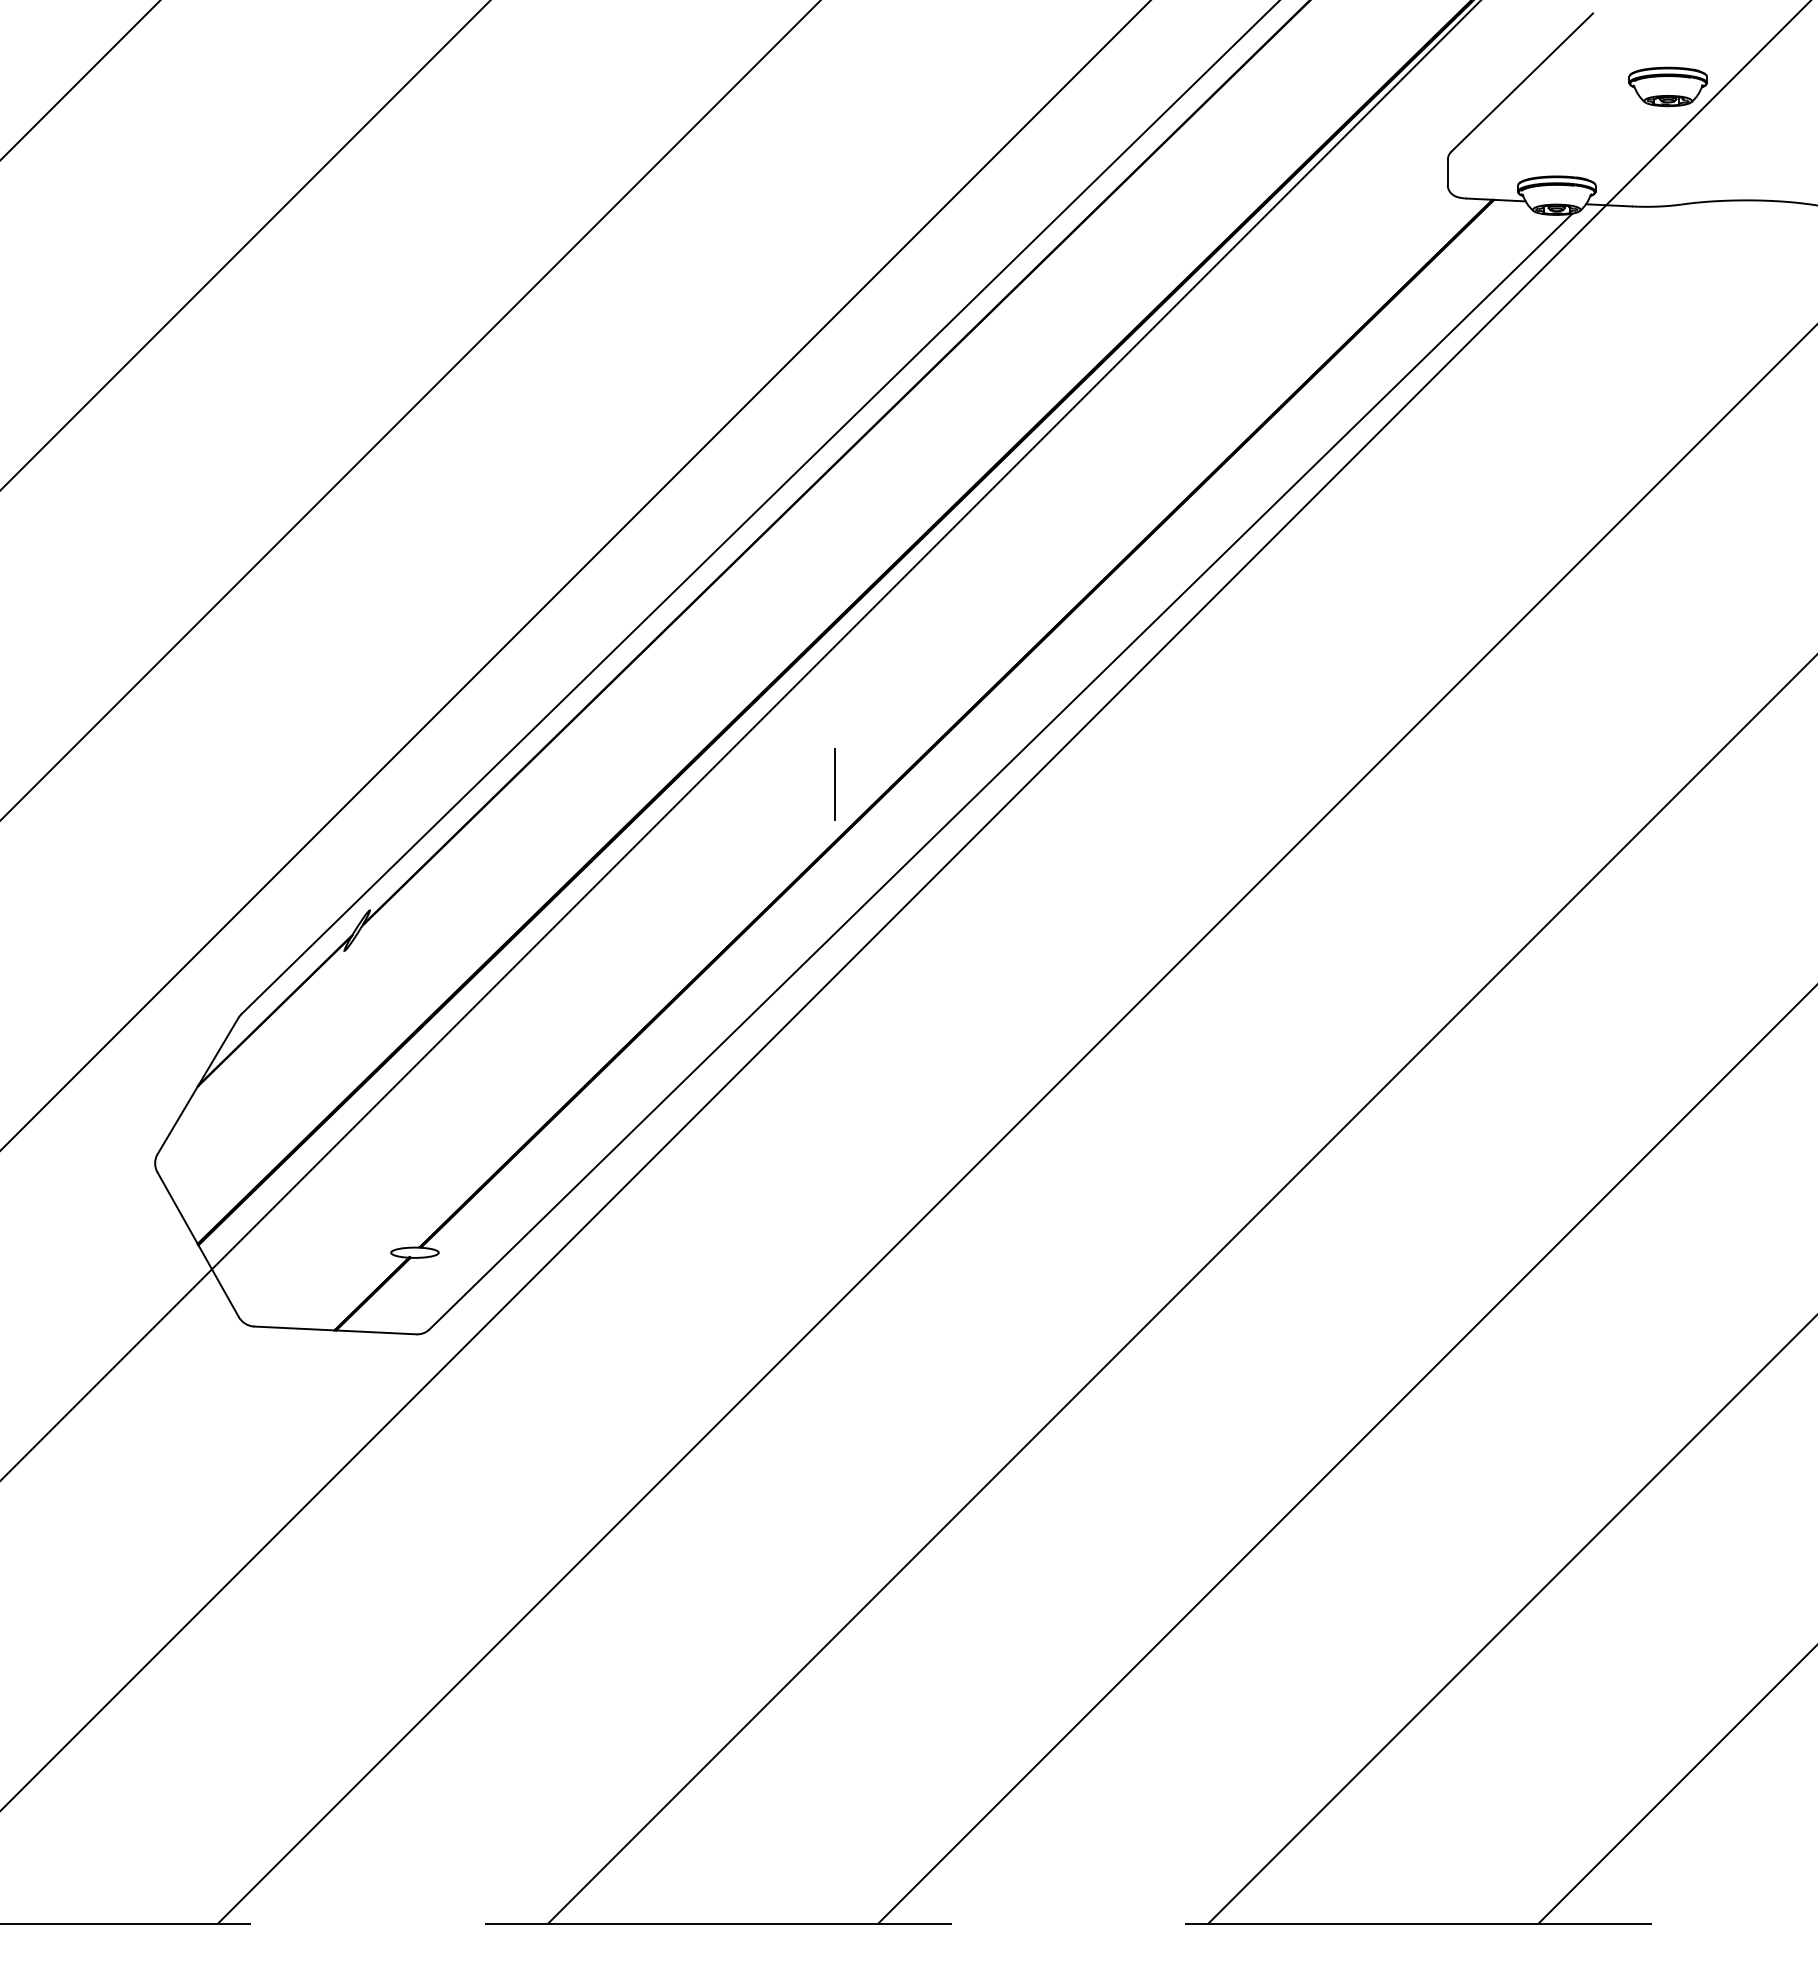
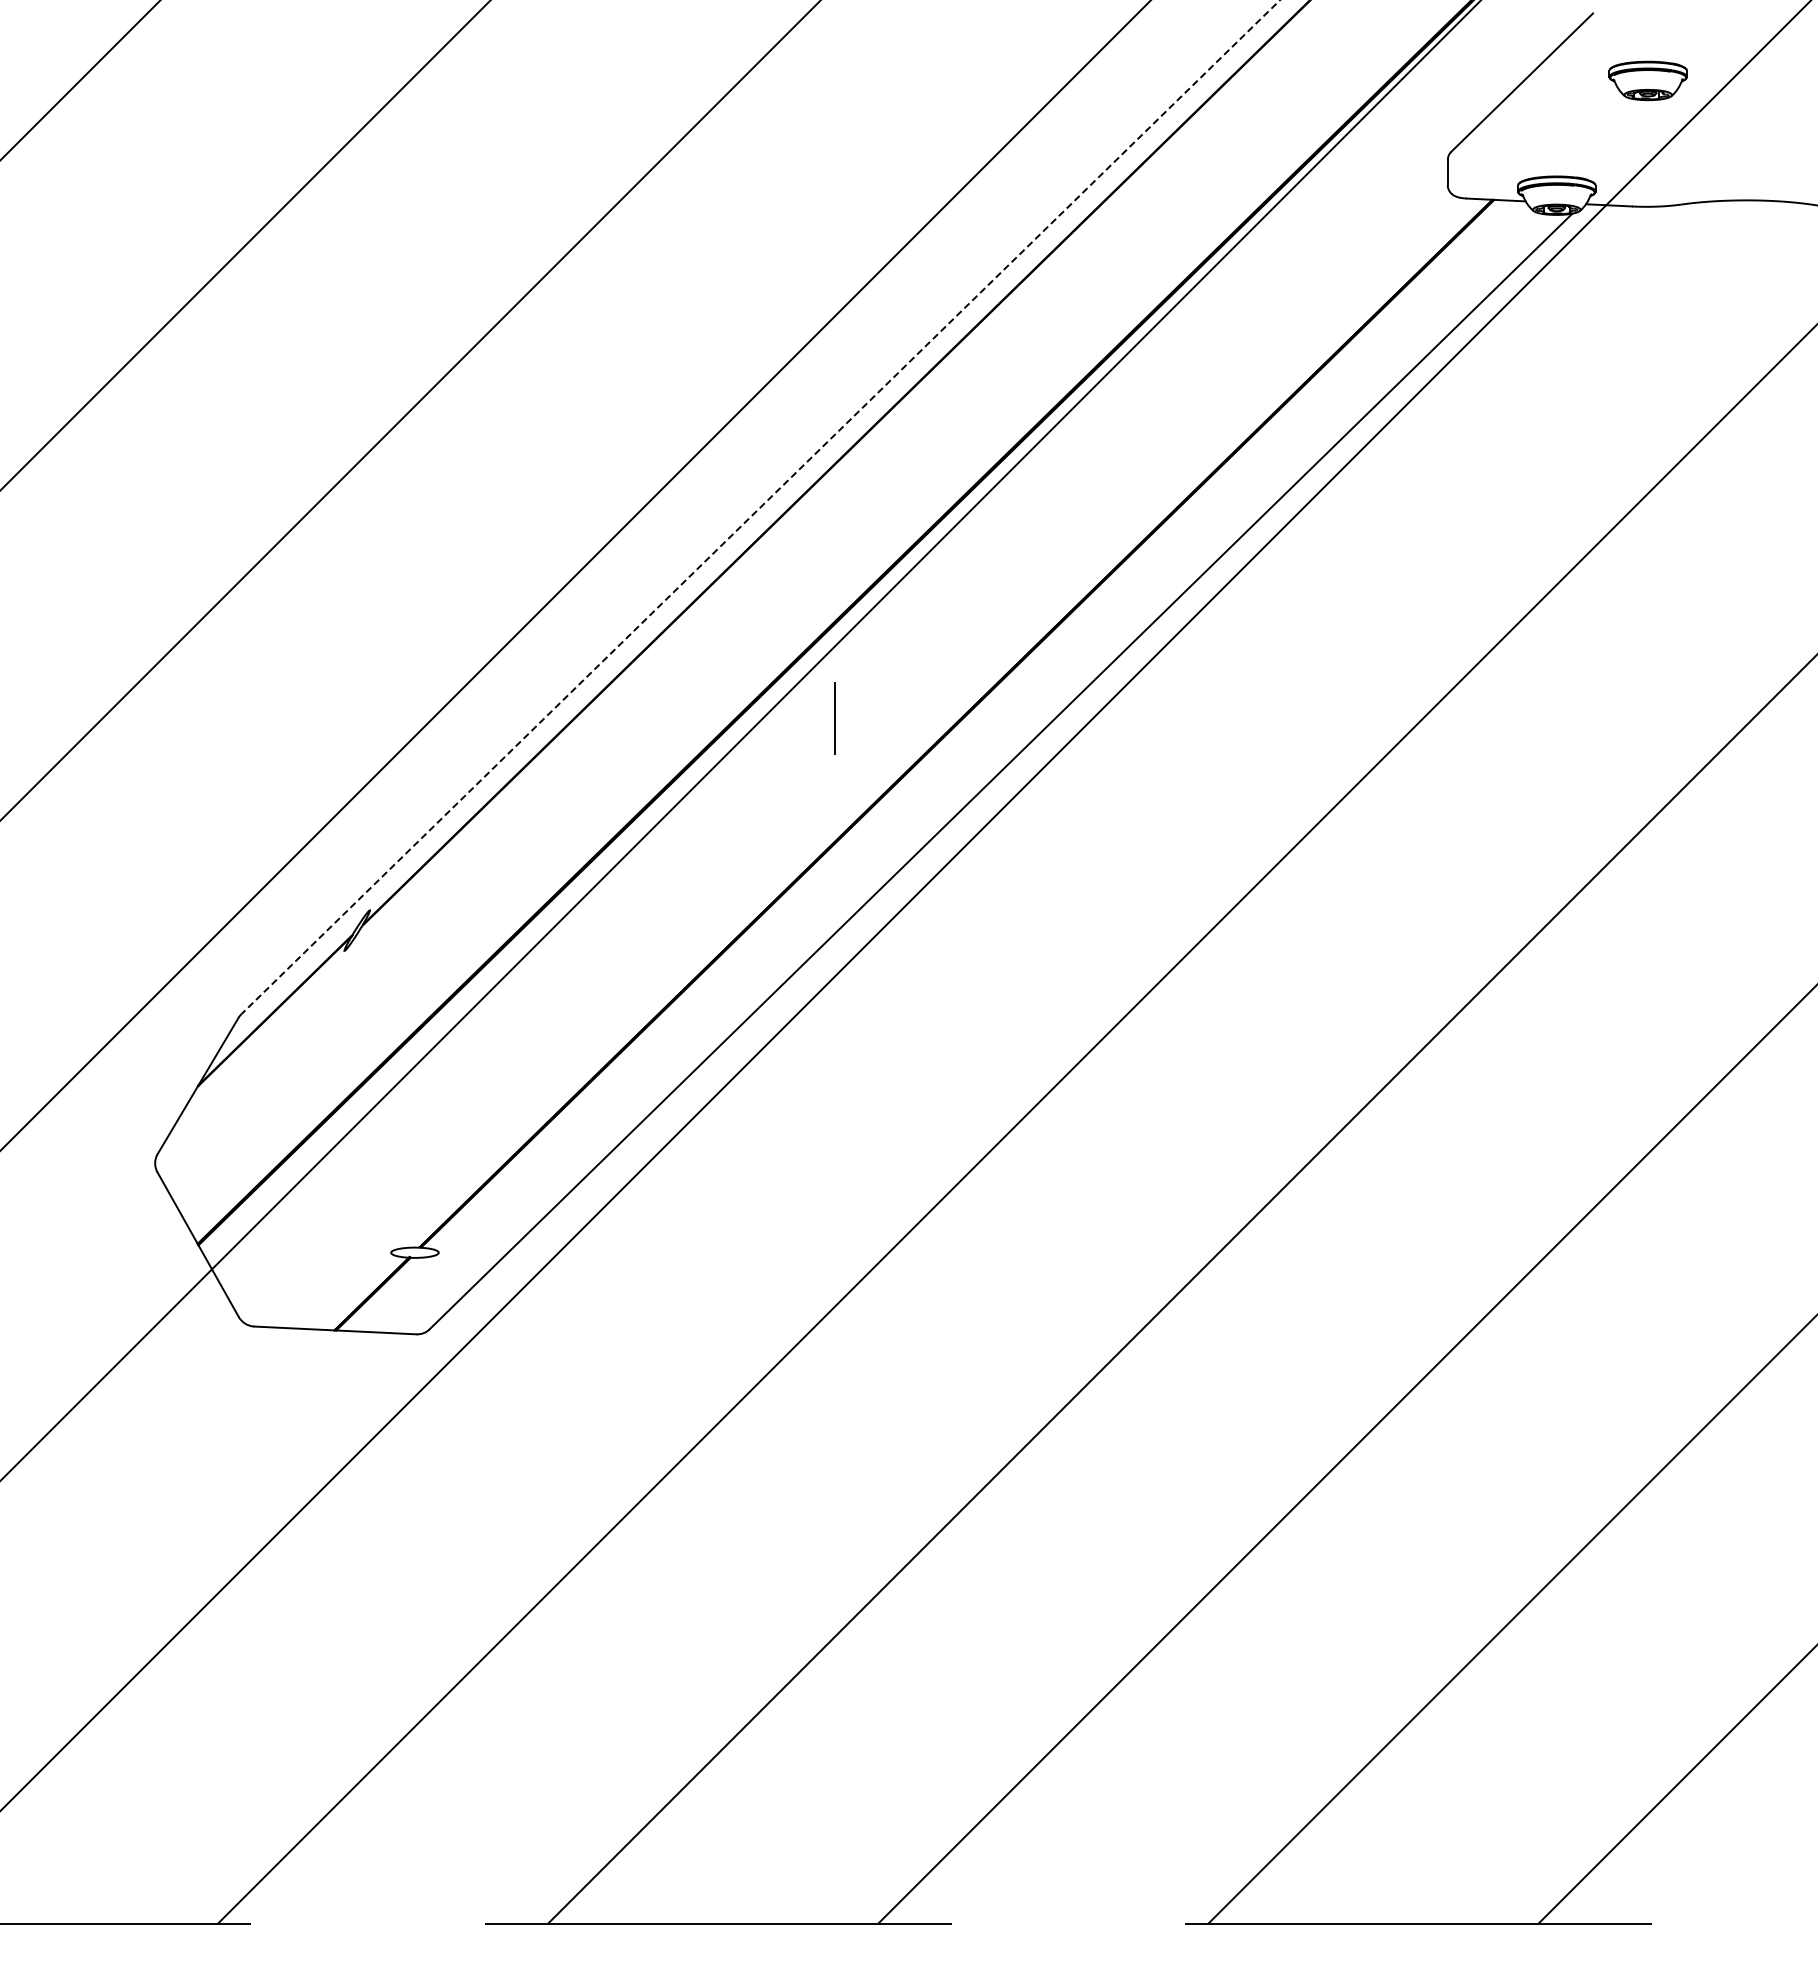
part at (1667, 86) position: (1667, 86) -> (1647, 80)
line at (760, 507): solid -> dashed
line at (834, 784) position: (834, 784) -> (834, 718)
